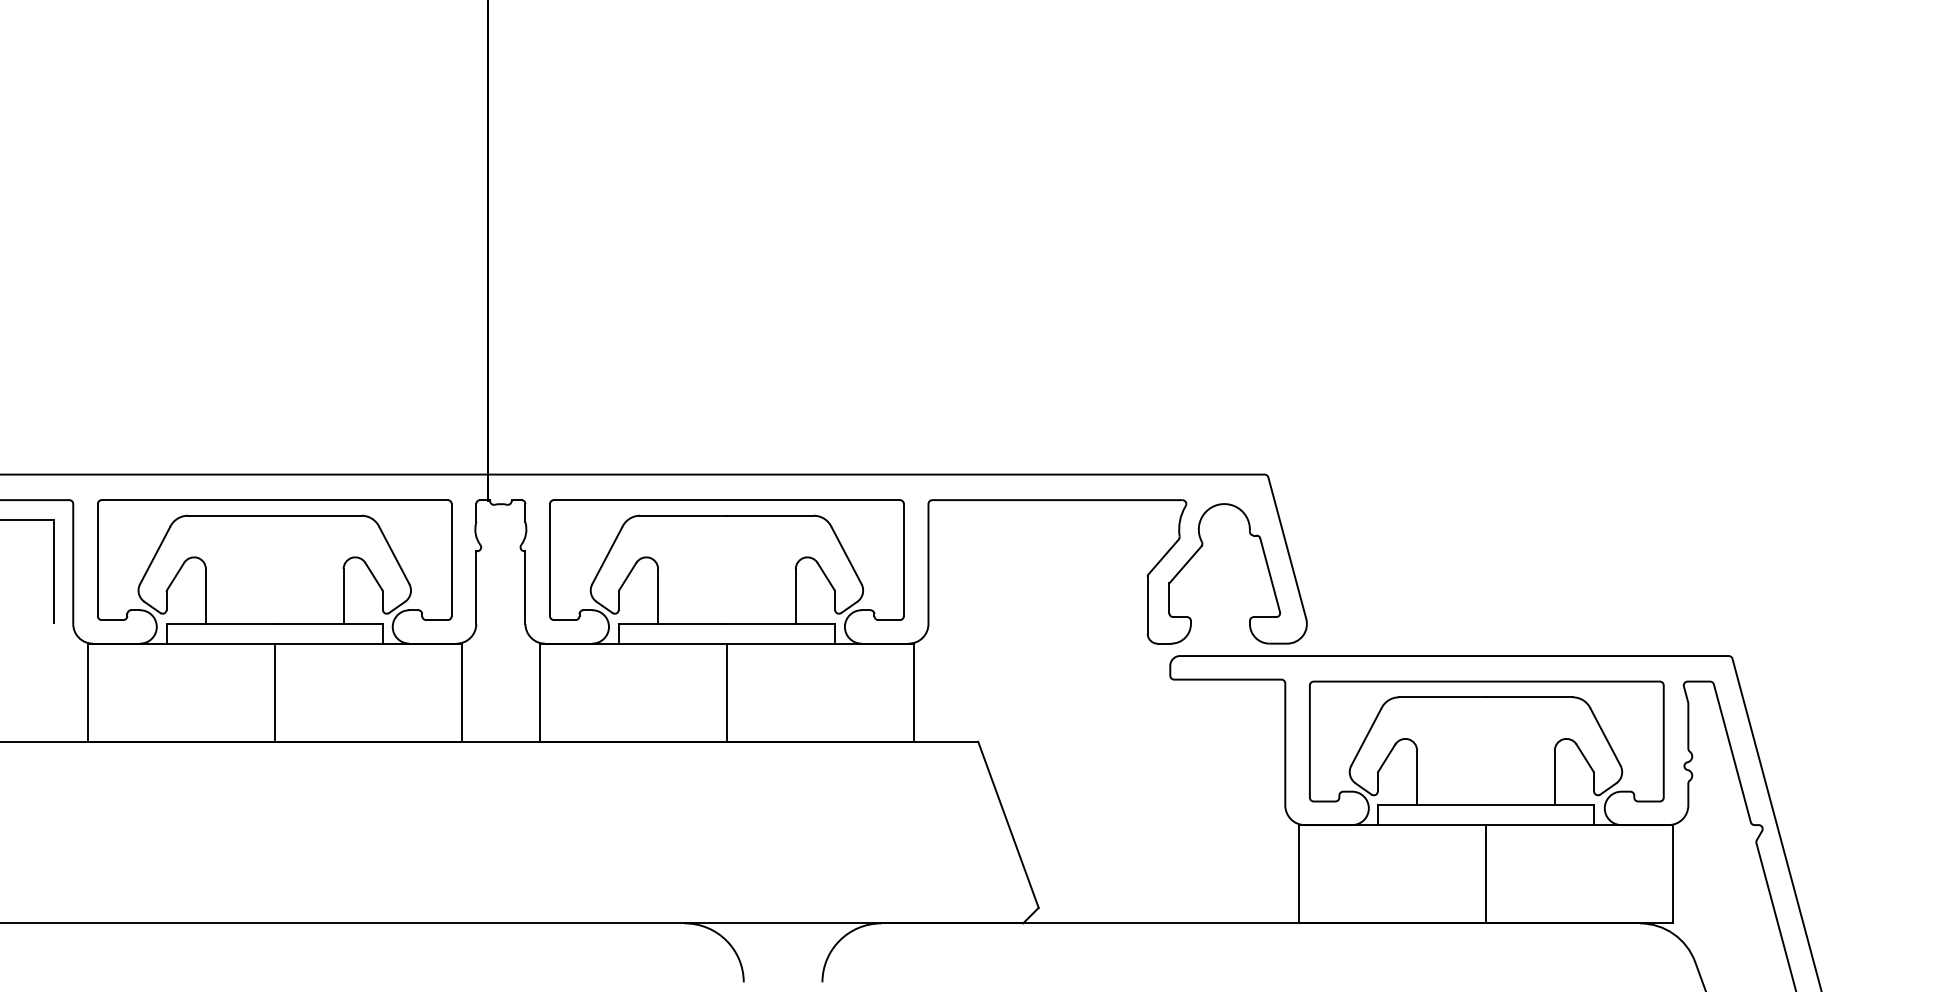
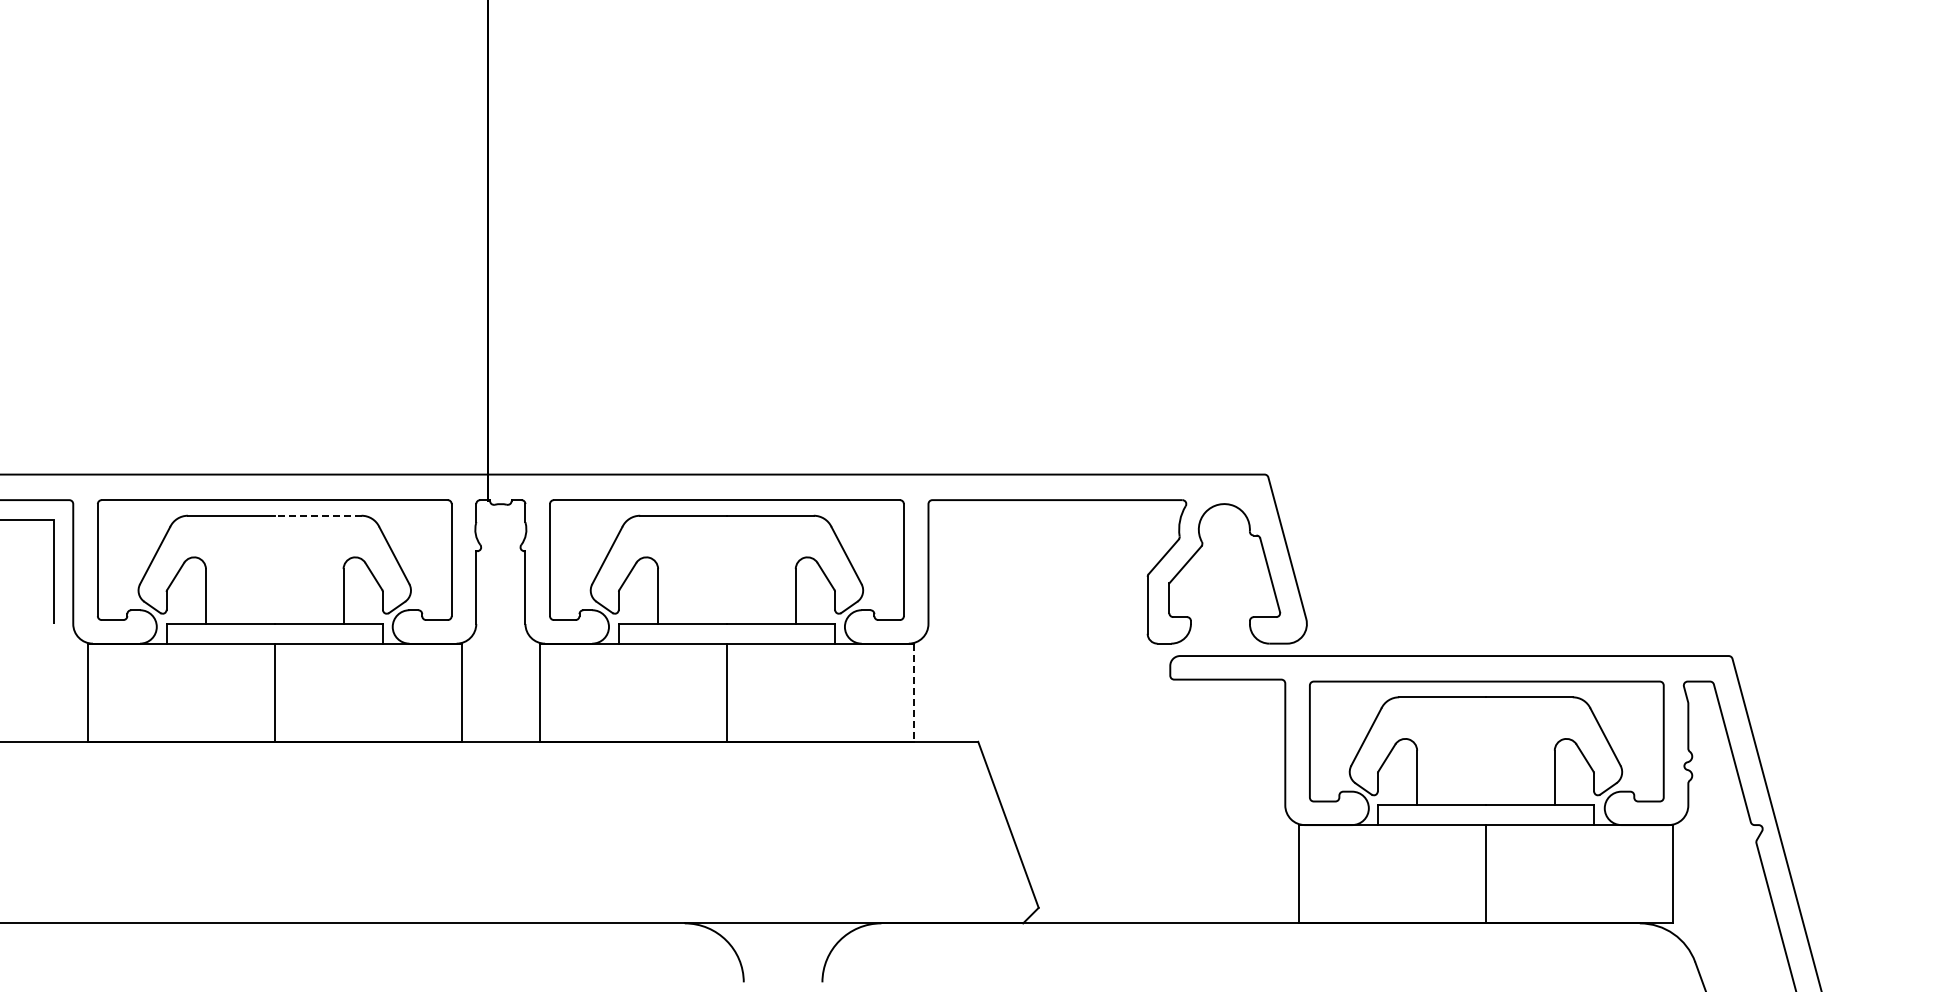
line at (317, 515): solid -> dashed
line at (913, 693): solid -> dashed
